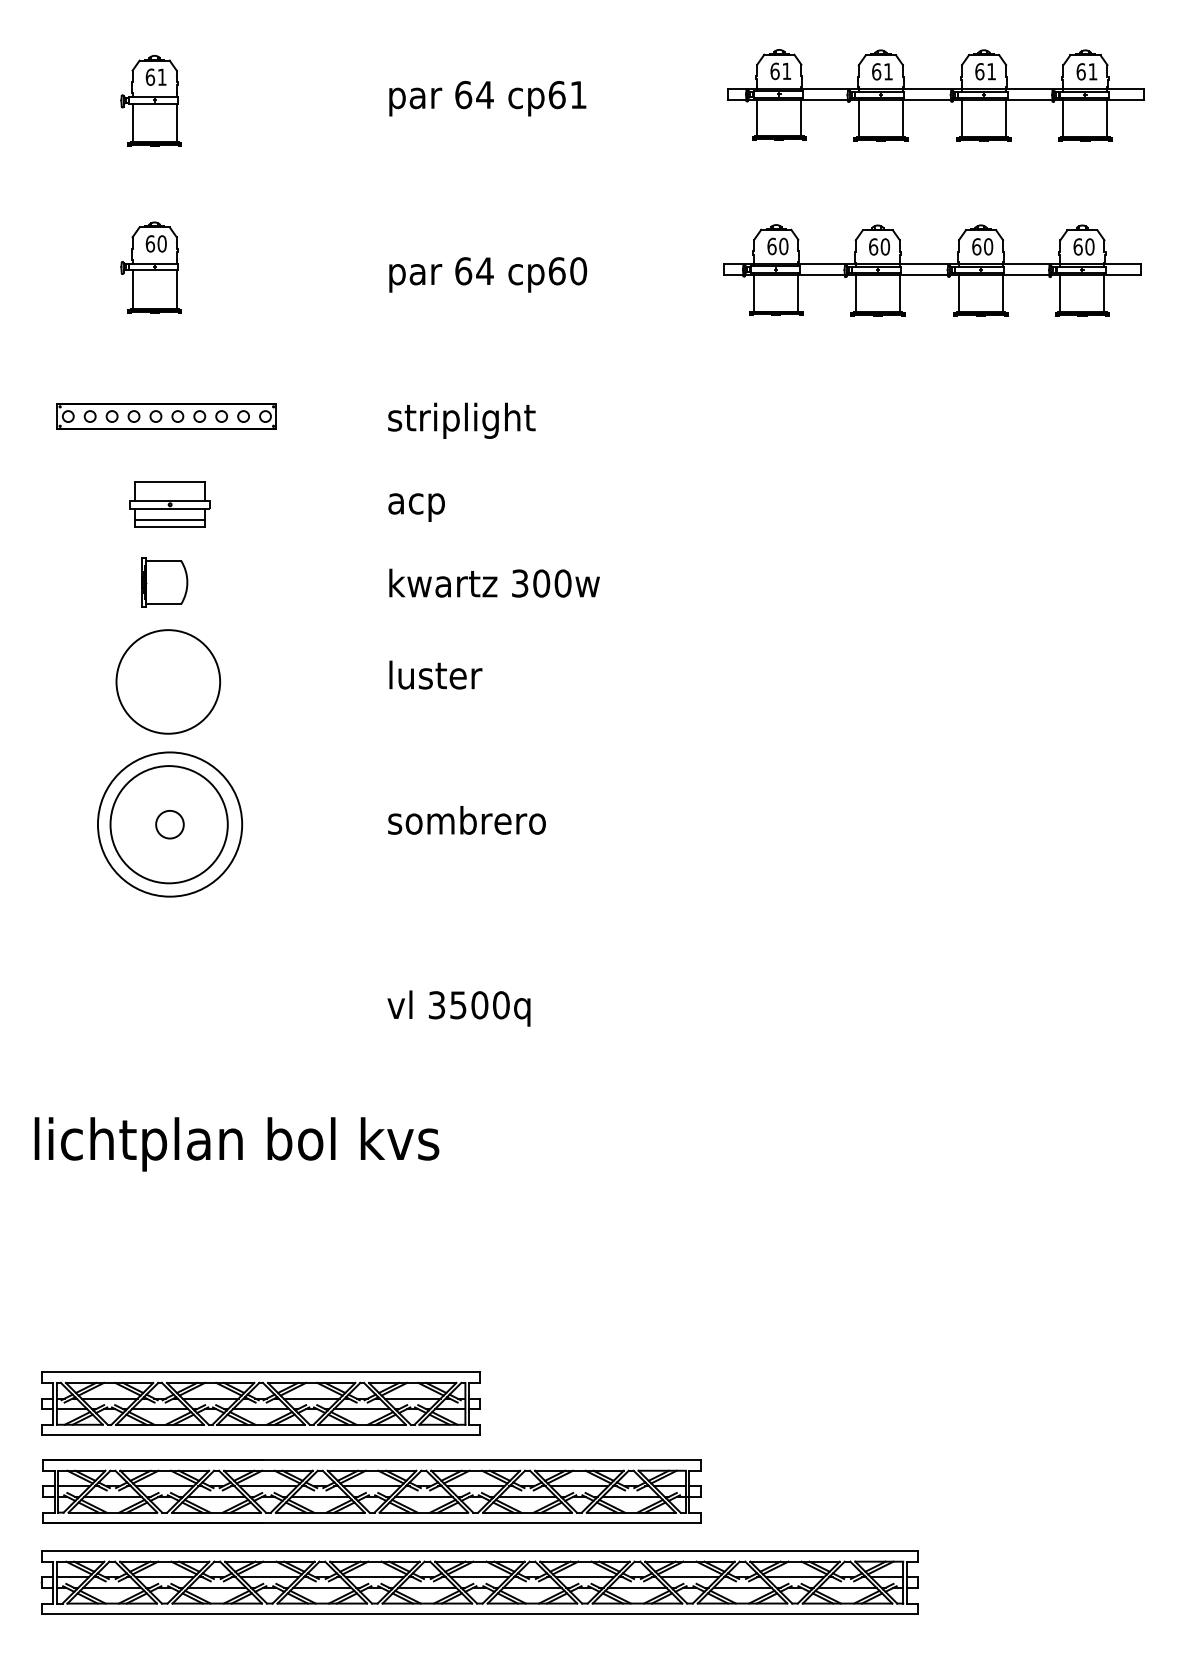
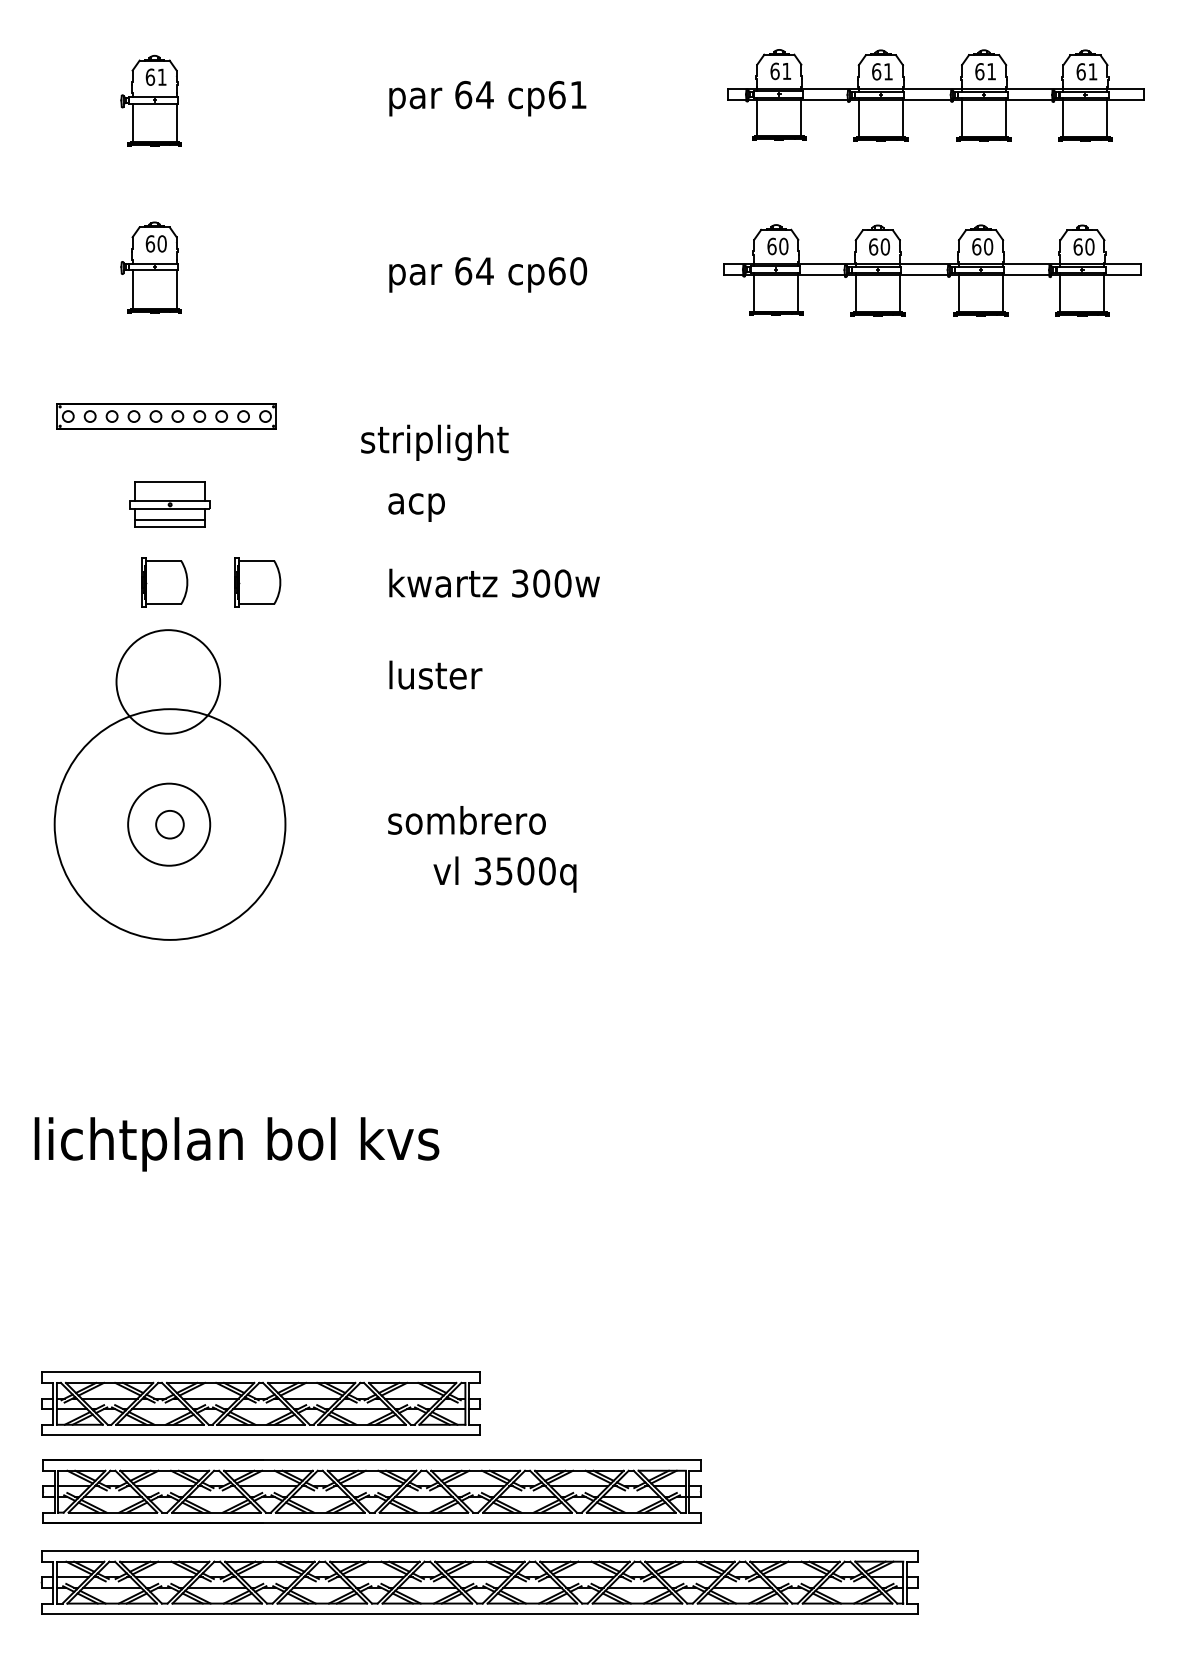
text at (461, 420) position: (461, 420) -> (434, 442)
part at (257, 582): none -> present
circle at (168, 824) diameter: 117 px -> 82 px
circle at (169, 824) diameter: 144 px -> 231 px
text at (458, 1008) position: (458, 1008) -> (504, 874)
